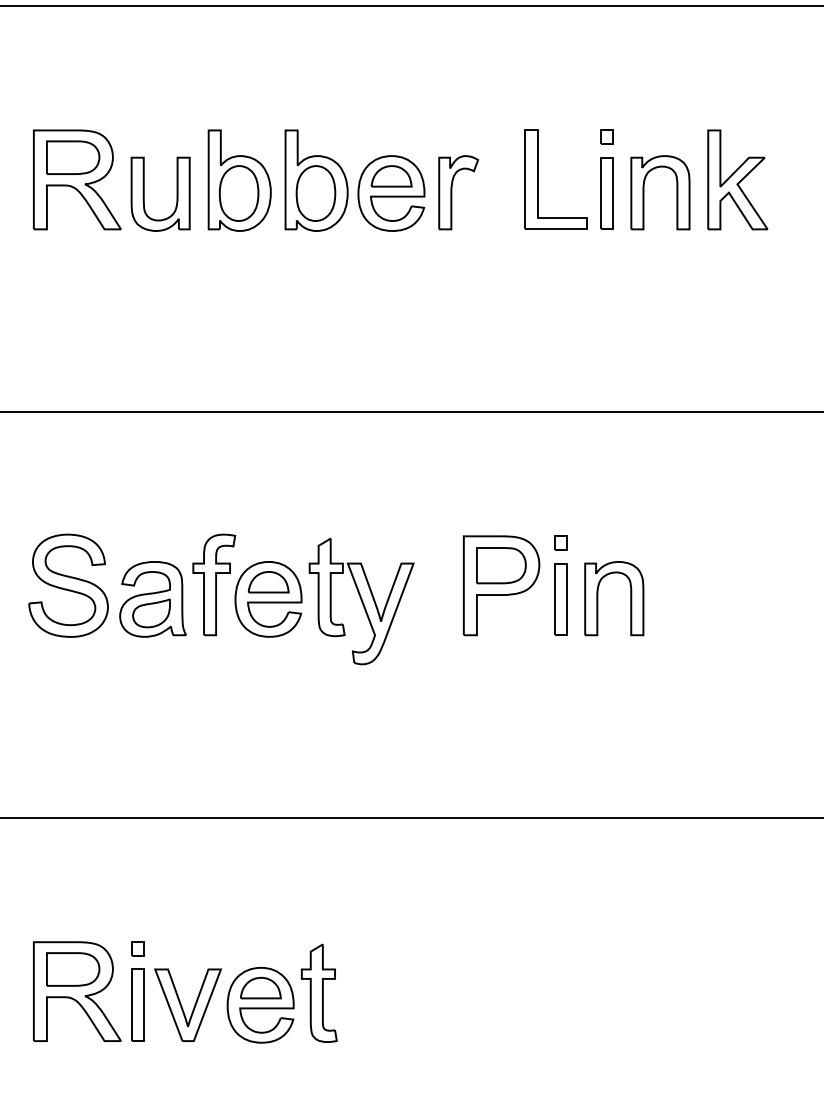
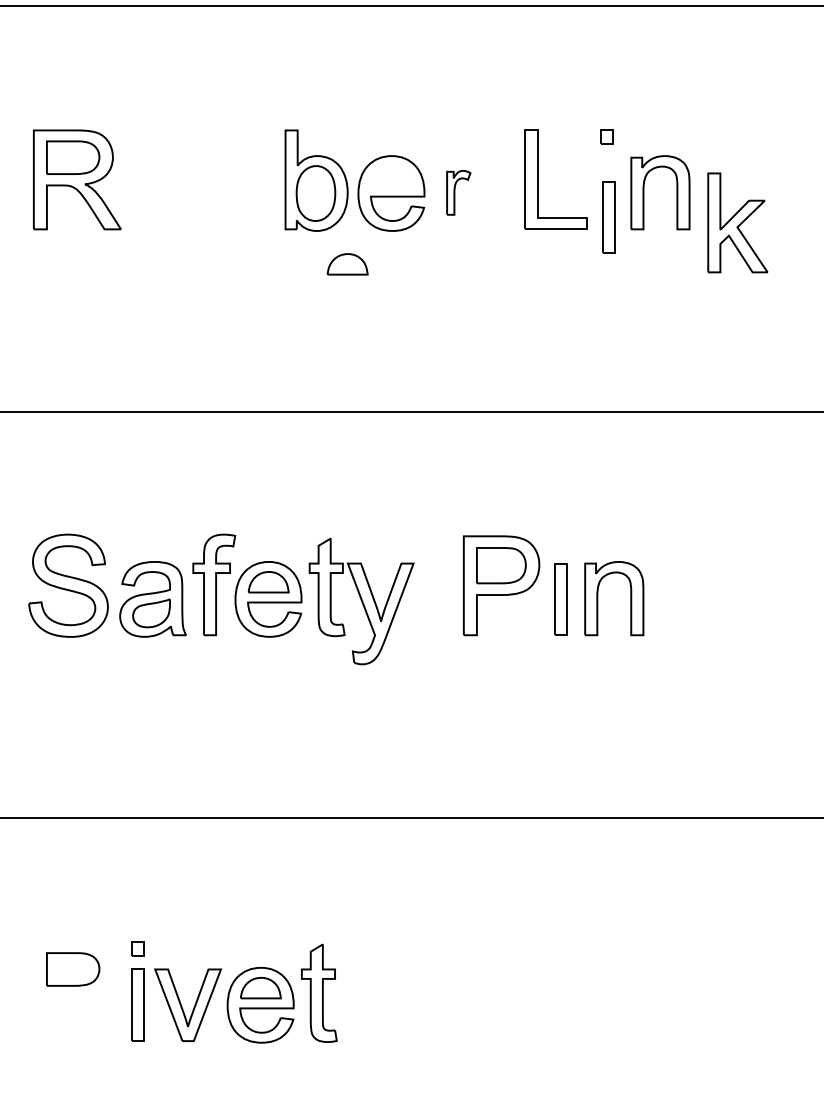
part at (391, 176) position: (391, 176) -> (347, 264)
part at (737, 179) position: (737, 179) -> (737, 222)
part at (239, 180): present -> none
part at (458, 192) size: 42x76 px -> 26x46 px
part at (144, 193): present -> none
part at (606, 193) position: (606, 193) -> (608, 217)
part at (560, 542): present -> none
part at (77, 991): present -> none
